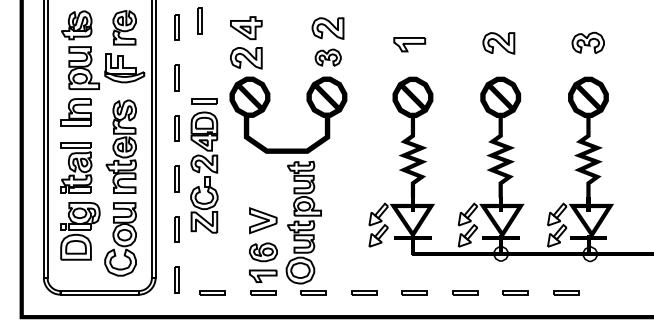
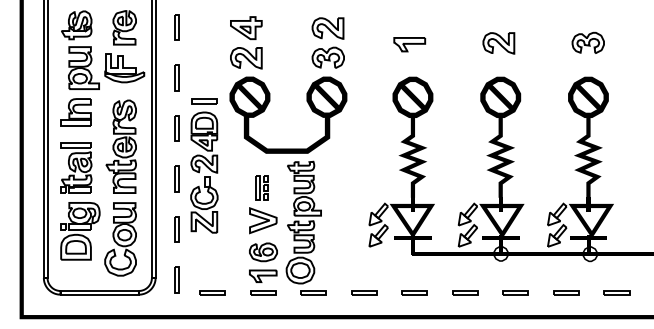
part at (199, 20): present -> none
part at (327, 57) size: 28x19 px -> 34x23 px
part at (261, 187): none -> present
part at (616, 292): none -> present
